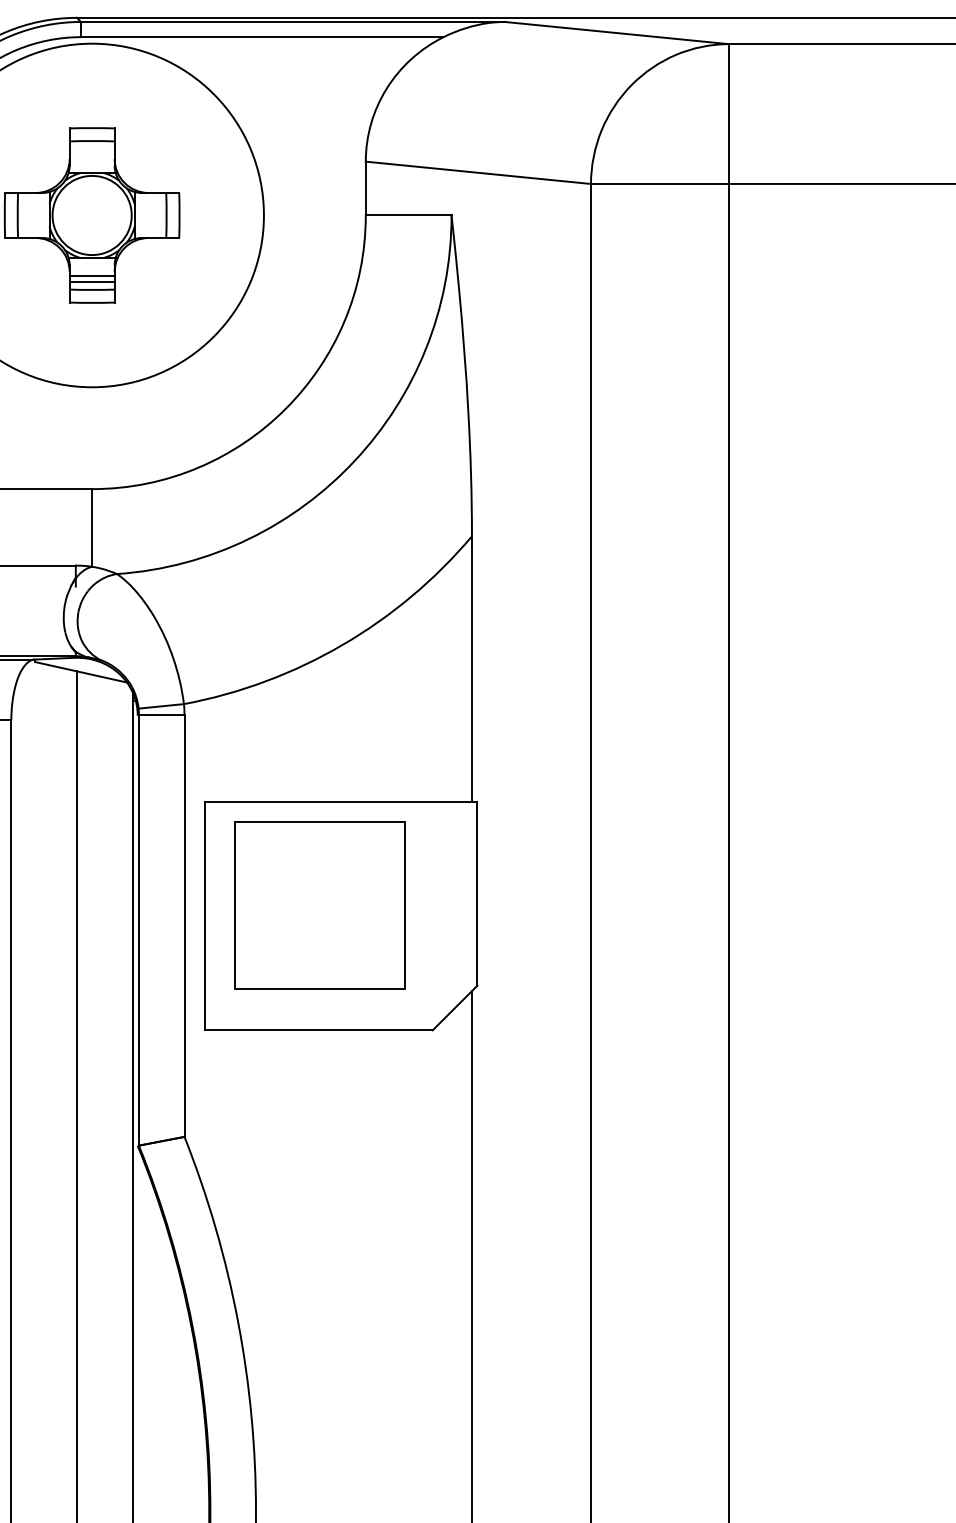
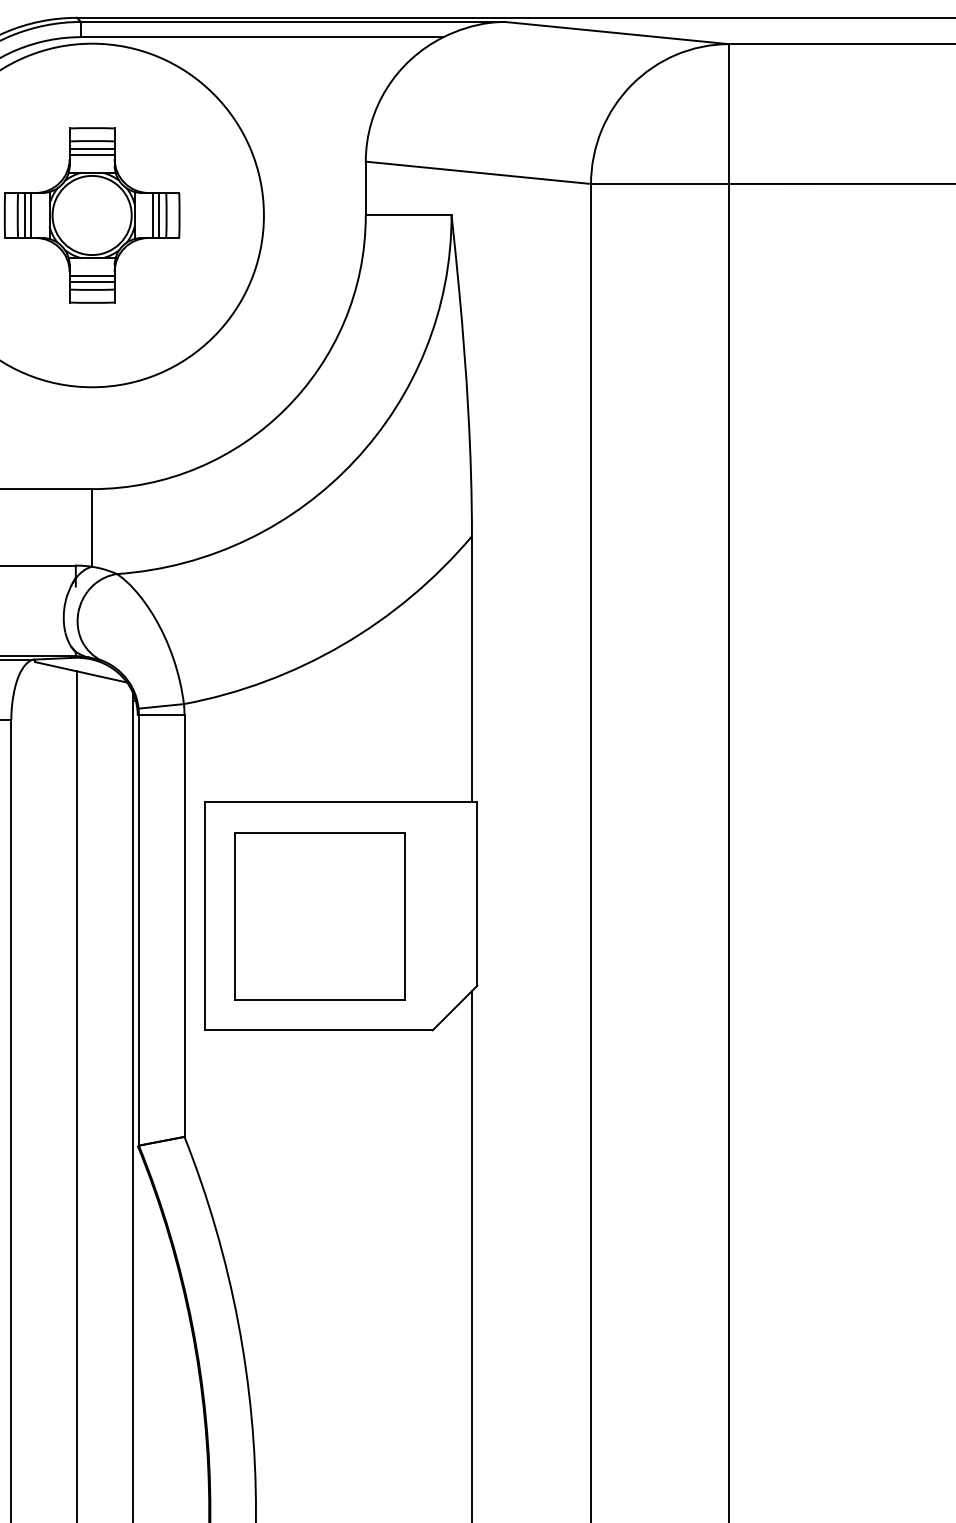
line at (91, 148): none -> present
line at (91, 154): none -> present
line at (25, 215): none -> present
line at (31, 215): none -> present
line at (152, 215): none -> present
line at (159, 215): none -> present
part at (319, 905) position: (319, 905) -> (319, 916)
